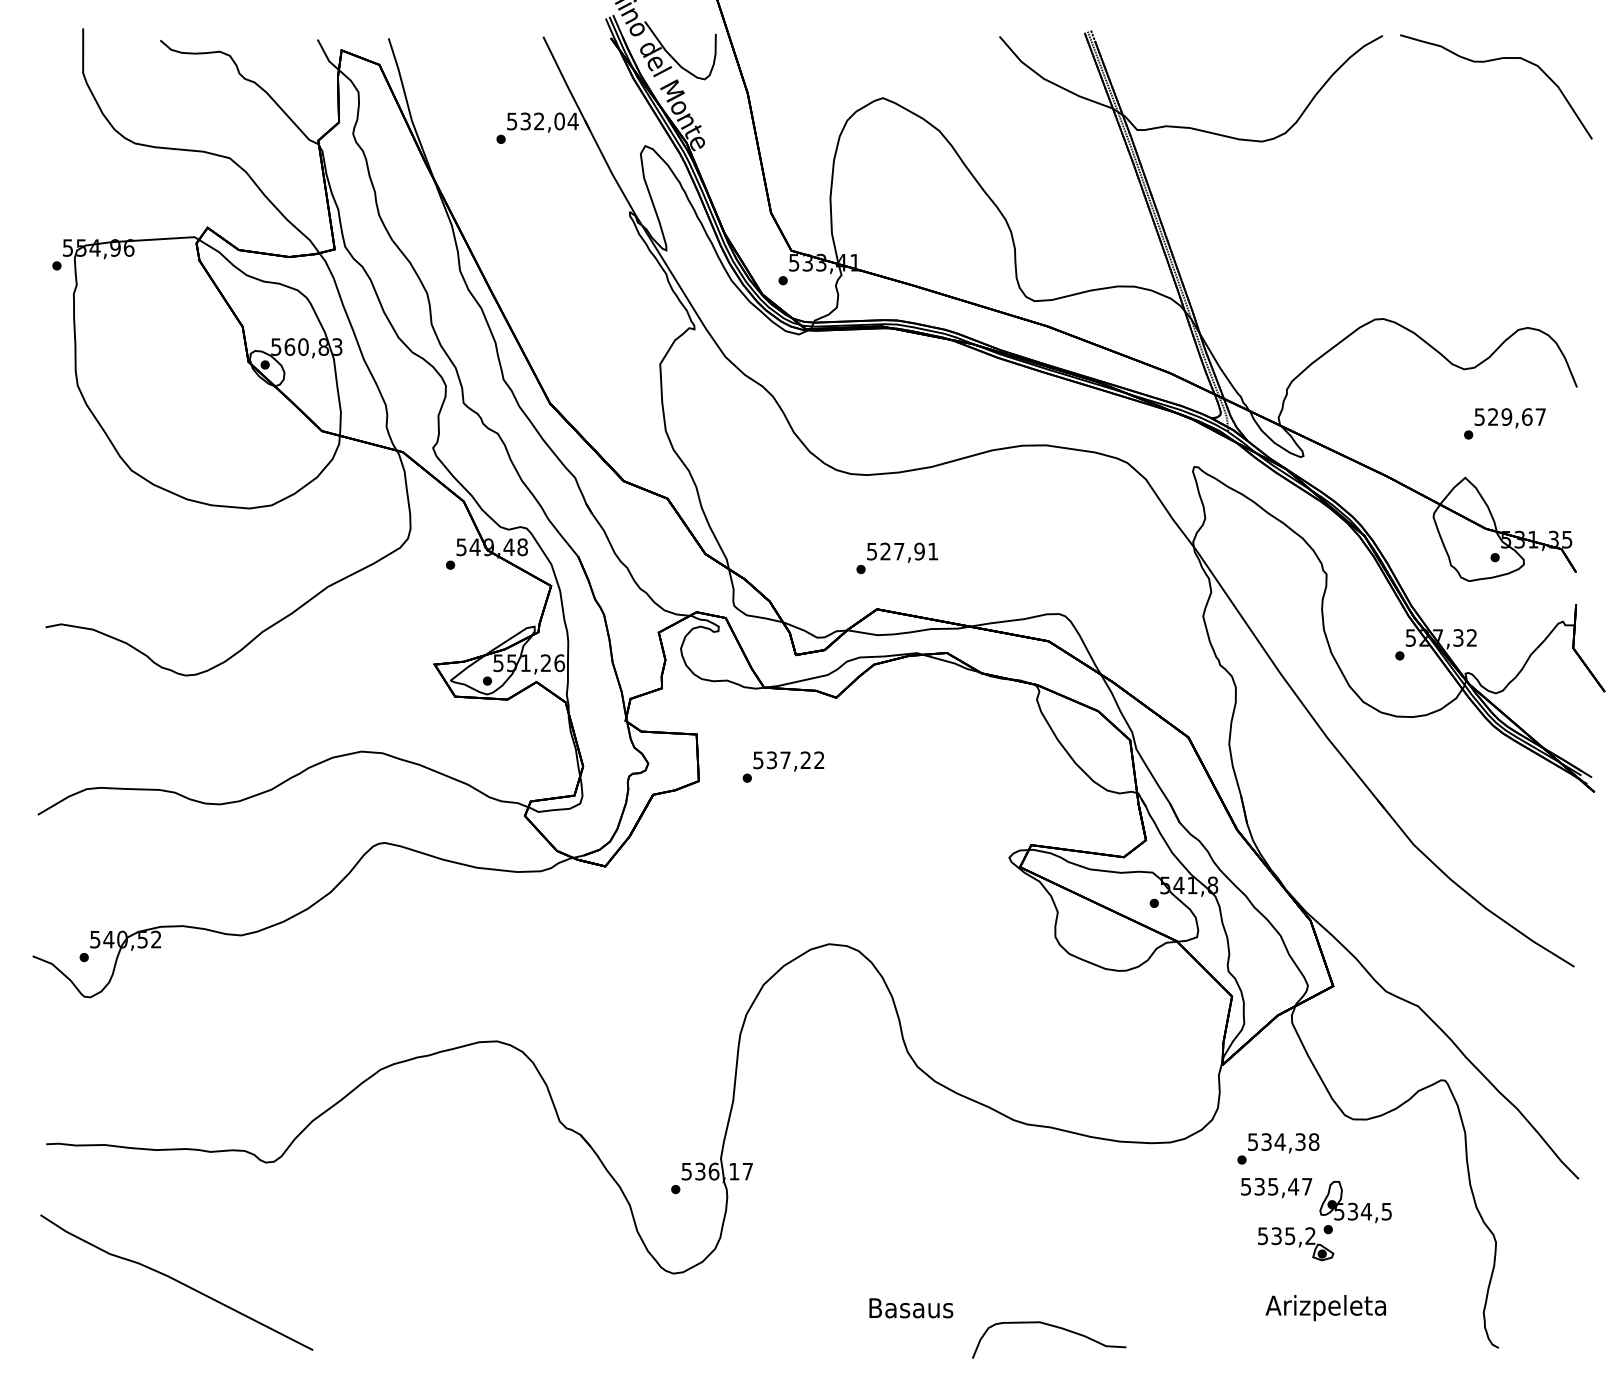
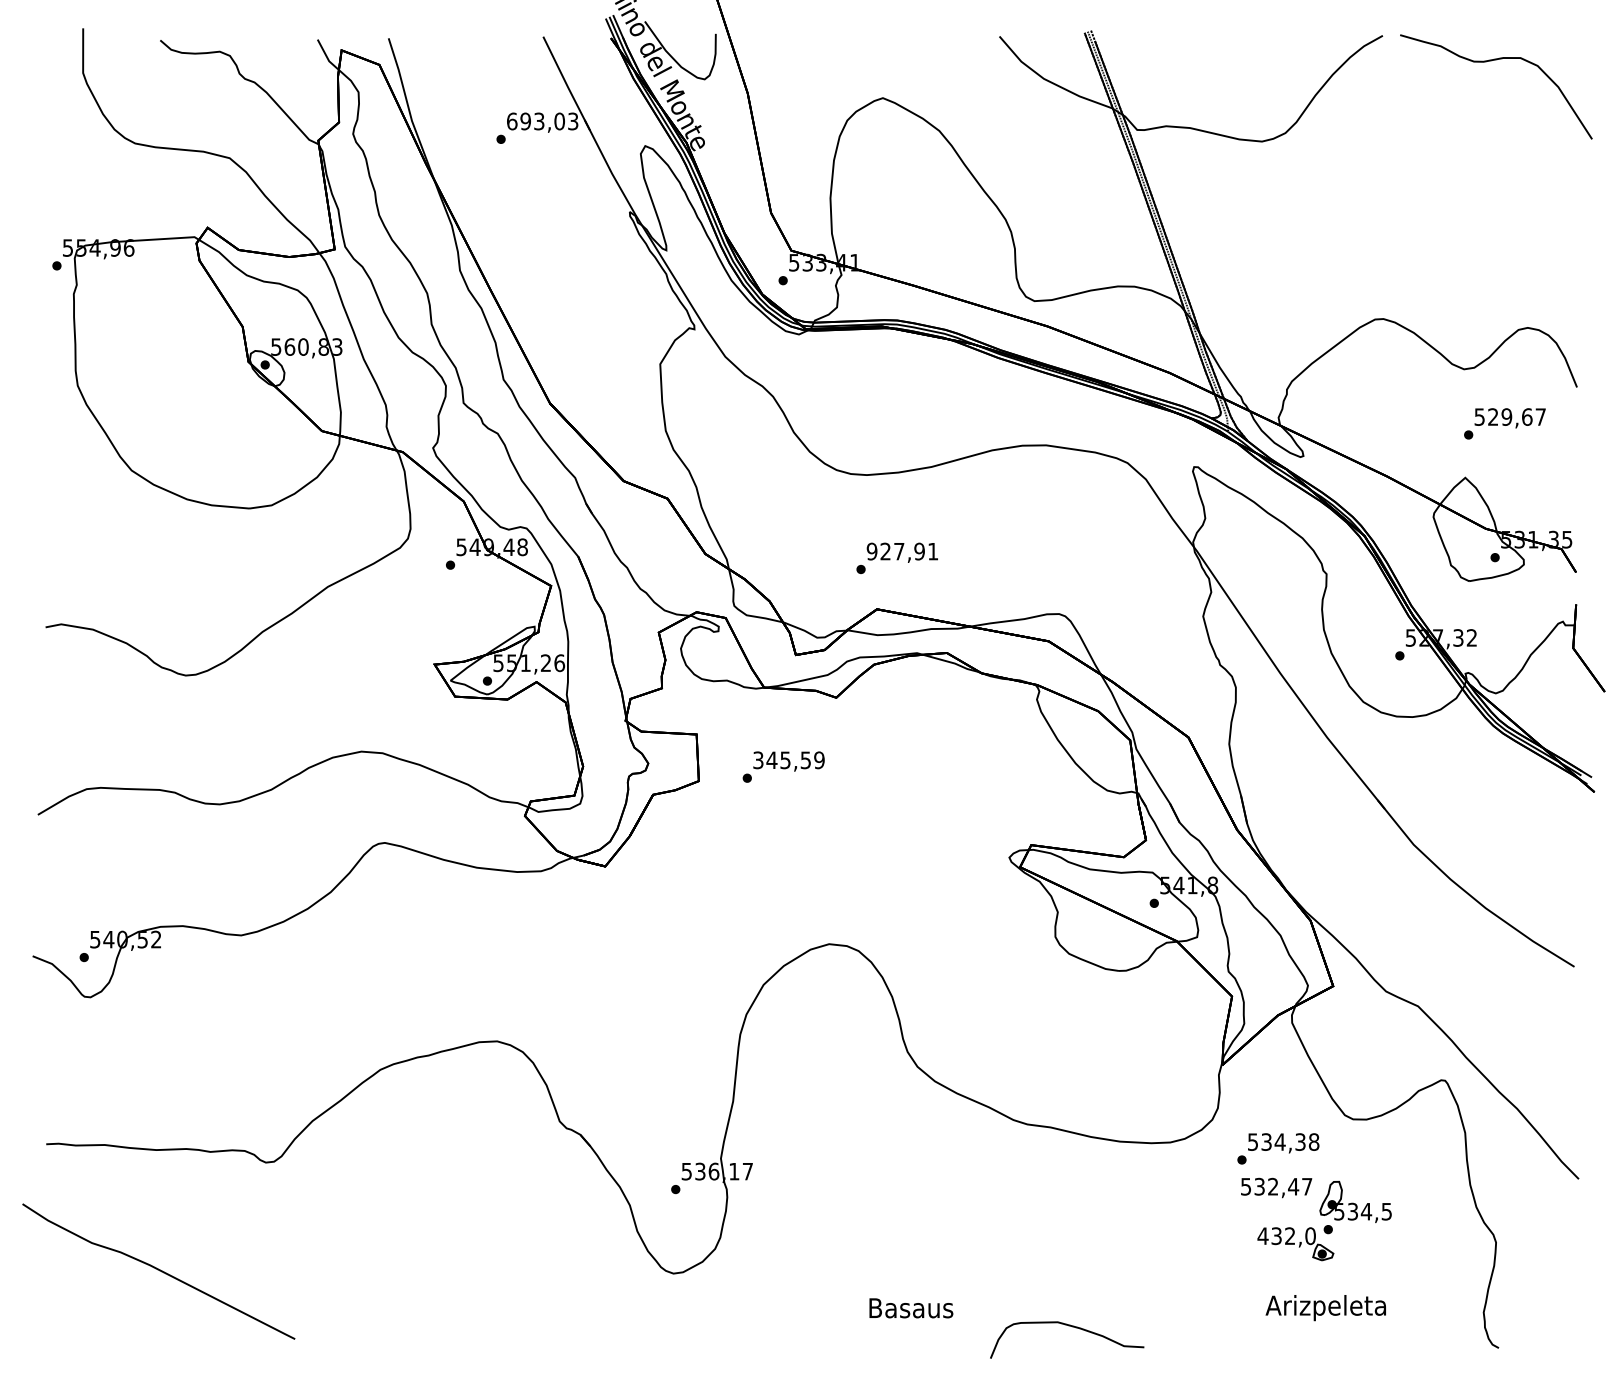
text at (542, 121): 532,04 -> 693,03
text at (871, 551): 527,91 -> 927,91
text at (788, 760): 537,22 -> 345,59
text at (1273, 1186): 535,47 -> 532,47
text at (1286, 1236): 535,2 -> 432,0
curve at (176, 1281) position: (176, 1281) -> (158, 1270)
curve at (1054, 1327) position: (1054, 1327) -> (1072, 1327)
